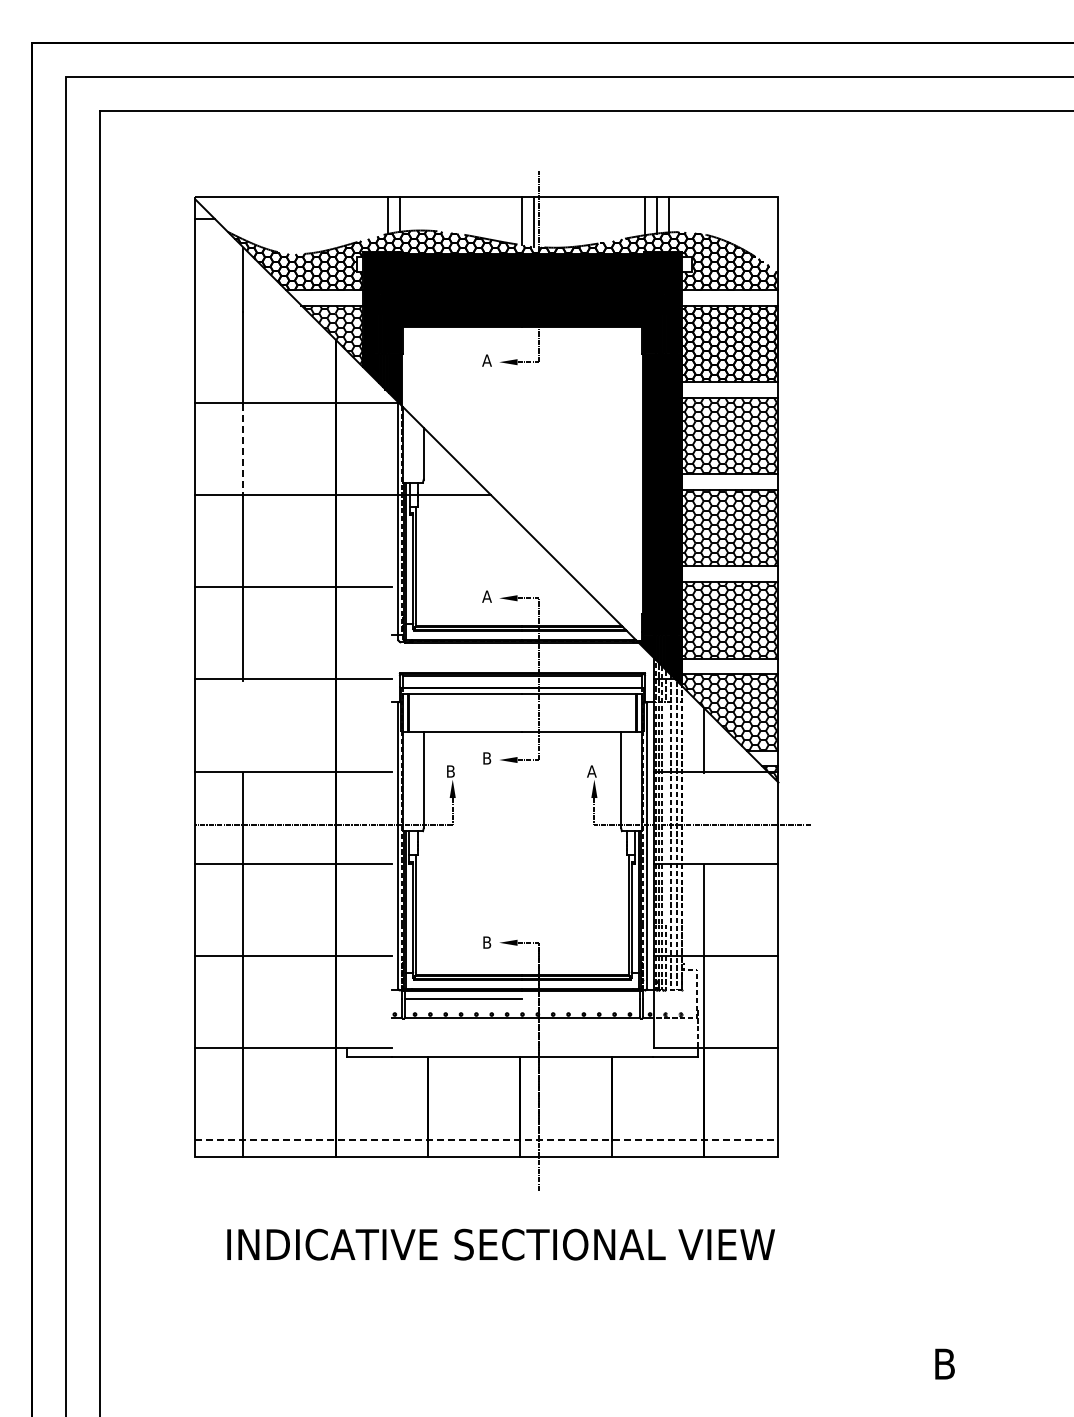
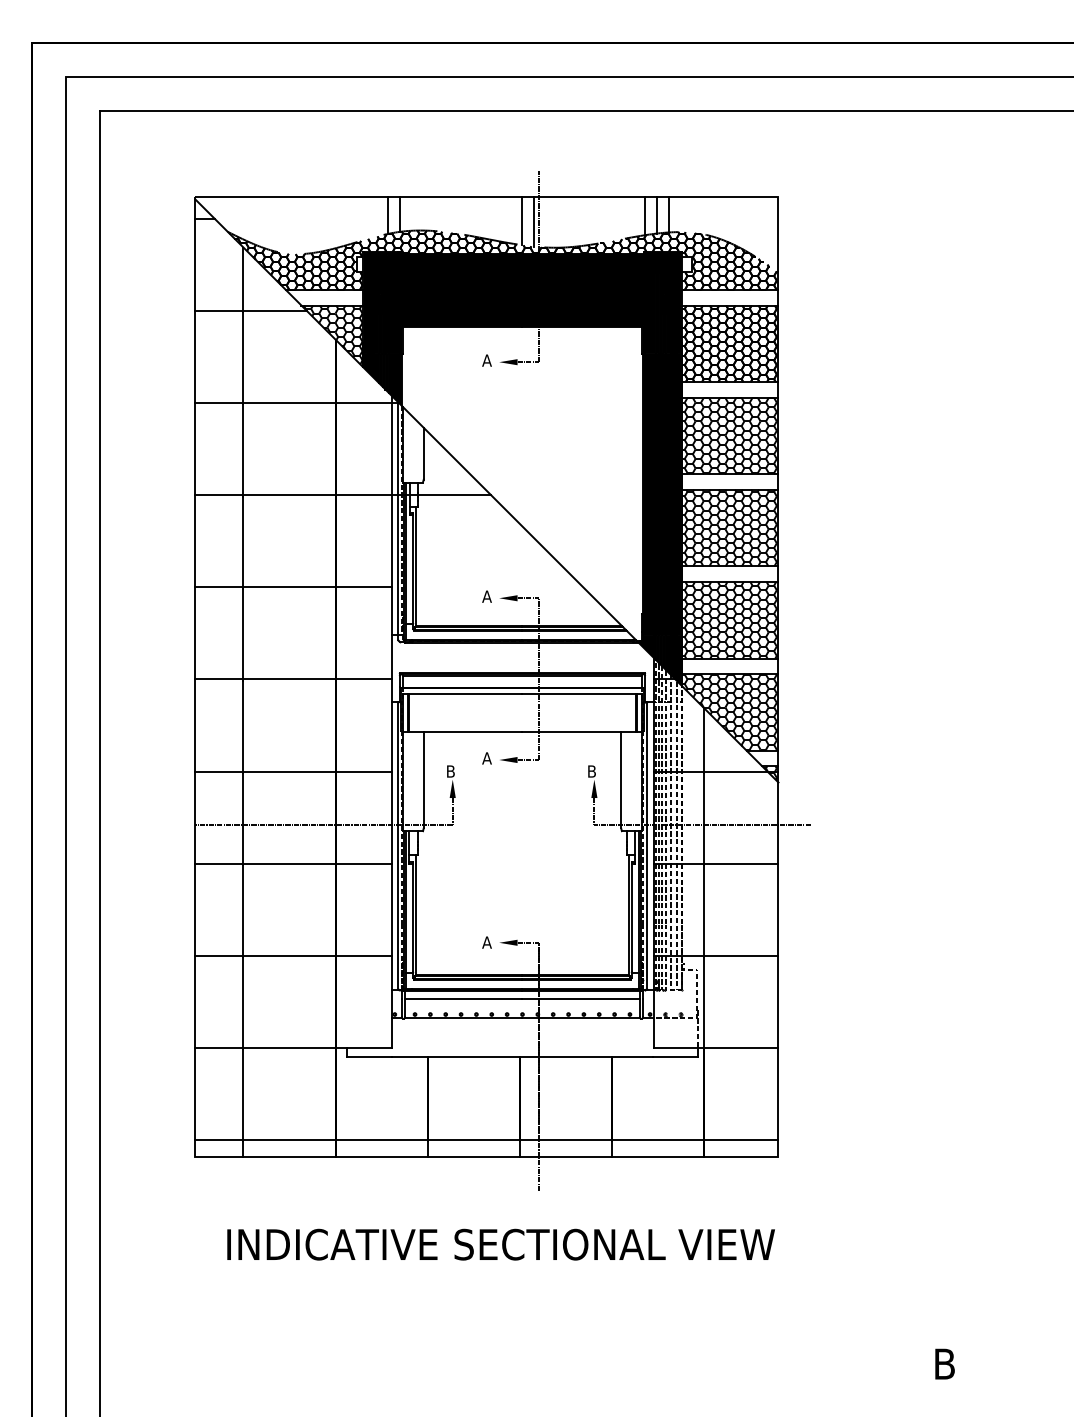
line at (250, 311): none -> present
line at (243, 450): dashed -> solid
line at (391, 721): none -> present
line at (243, 726): none -> present
text at (486, 758): B -> A
text at (591, 771): A -> B
line at (665, 813): none -> present
line at (704, 818): none -> present
text at (486, 942): B -> A
line at (581, 998): none -> present
line at (486, 1140): dashed -> solid
